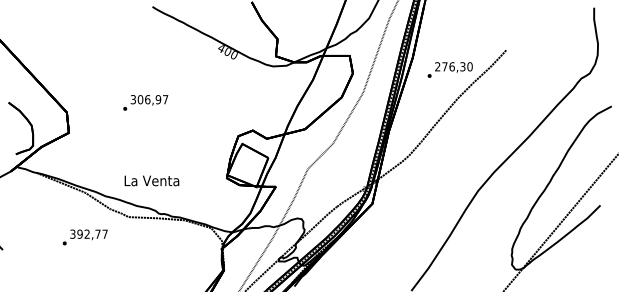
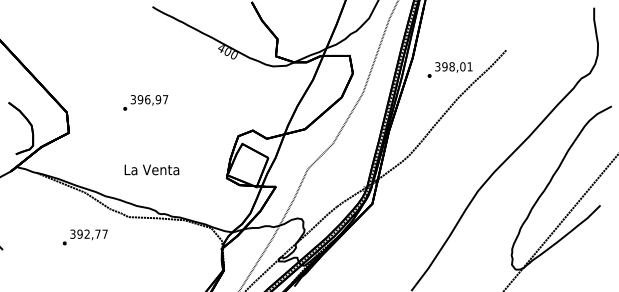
text at (453, 66): 276,30 -> 398,01
text at (140, 99): 306,97 -> 396,97
text at (151, 180) position: (151, 180) -> (151, 169)
